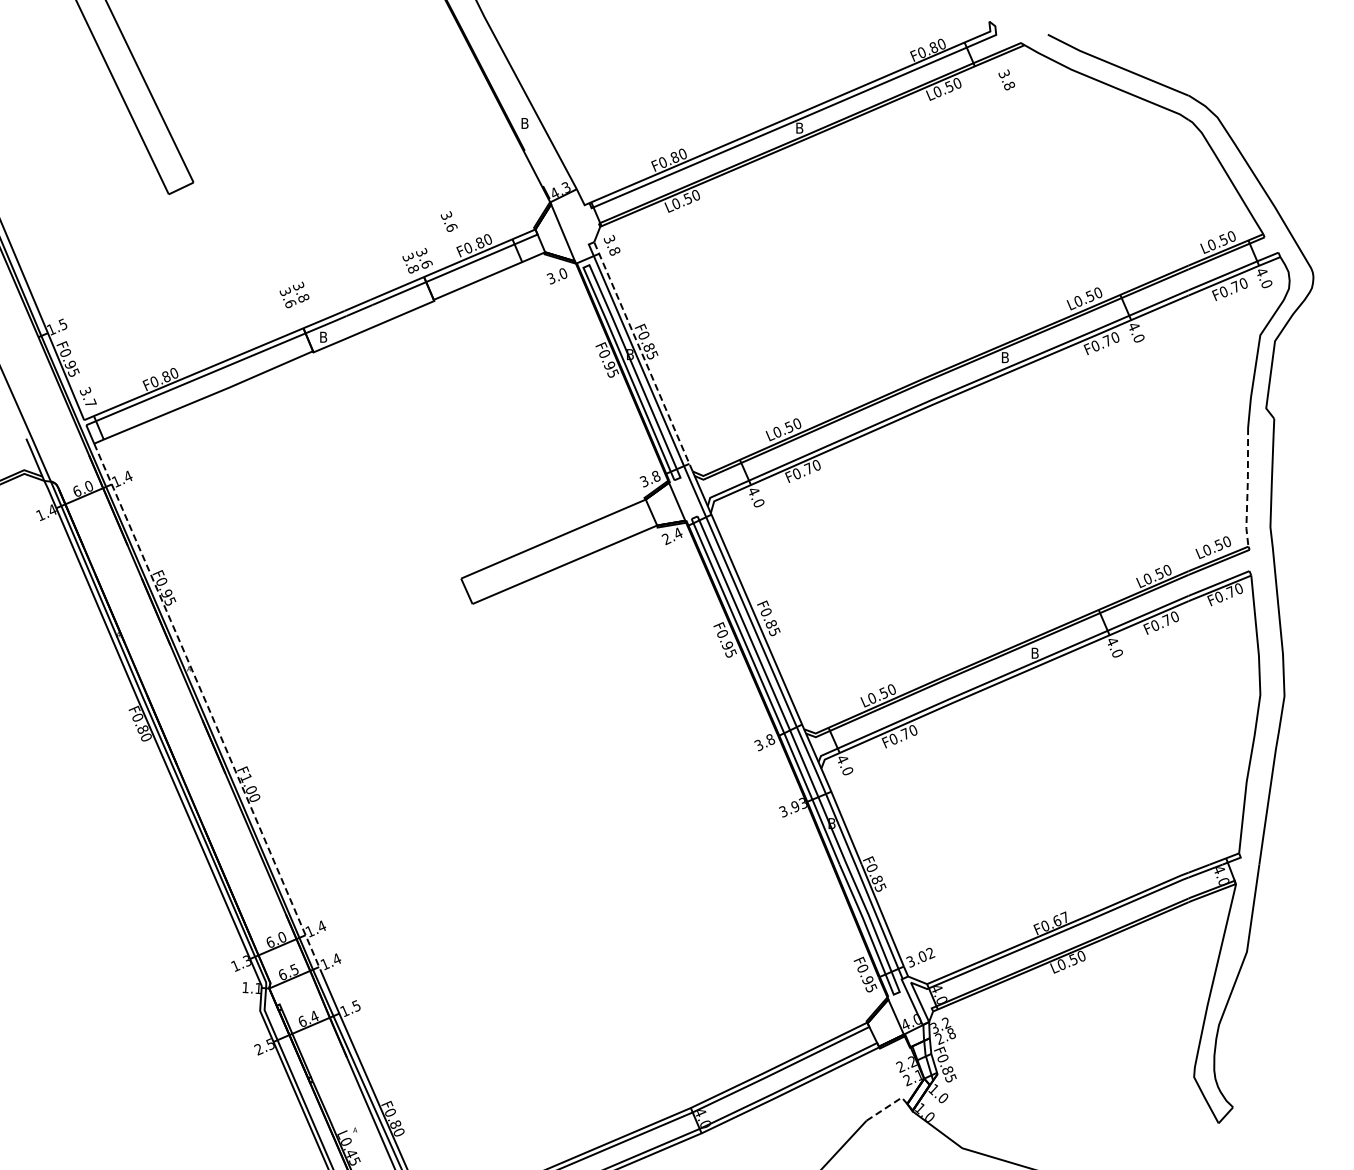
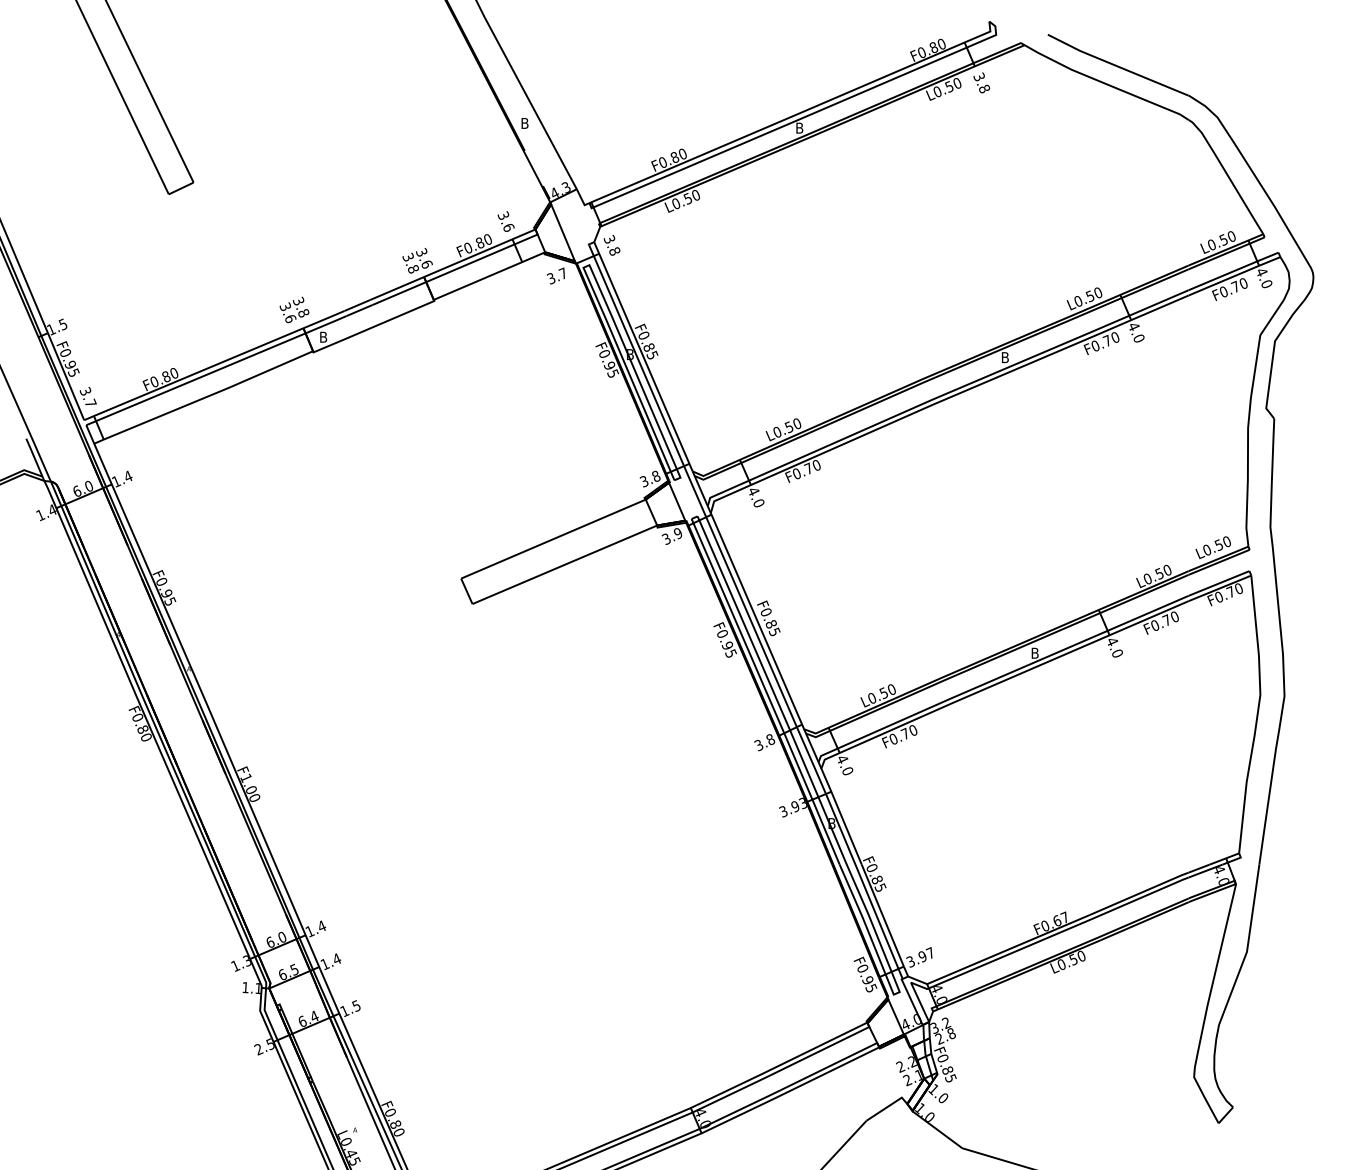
text at (1006, 79) position: (1006, 79) -> (981, 82)
text at (448, 221) position: (448, 221) -> (505, 221)
text at (562, 273): 3.0 -> 3.7
text at (294, 294) position: (294, 294) -> (294, 309)
line at (643, 356): dashed -> solid
line at (1247, 487): dashed -> solid
text at (671, 536): 2.4 -> 3.9
line at (207, 706): dashed -> solid
text at (926, 954): 3.02 -> 3.97
line at (888, 1106): dashed -> solid
